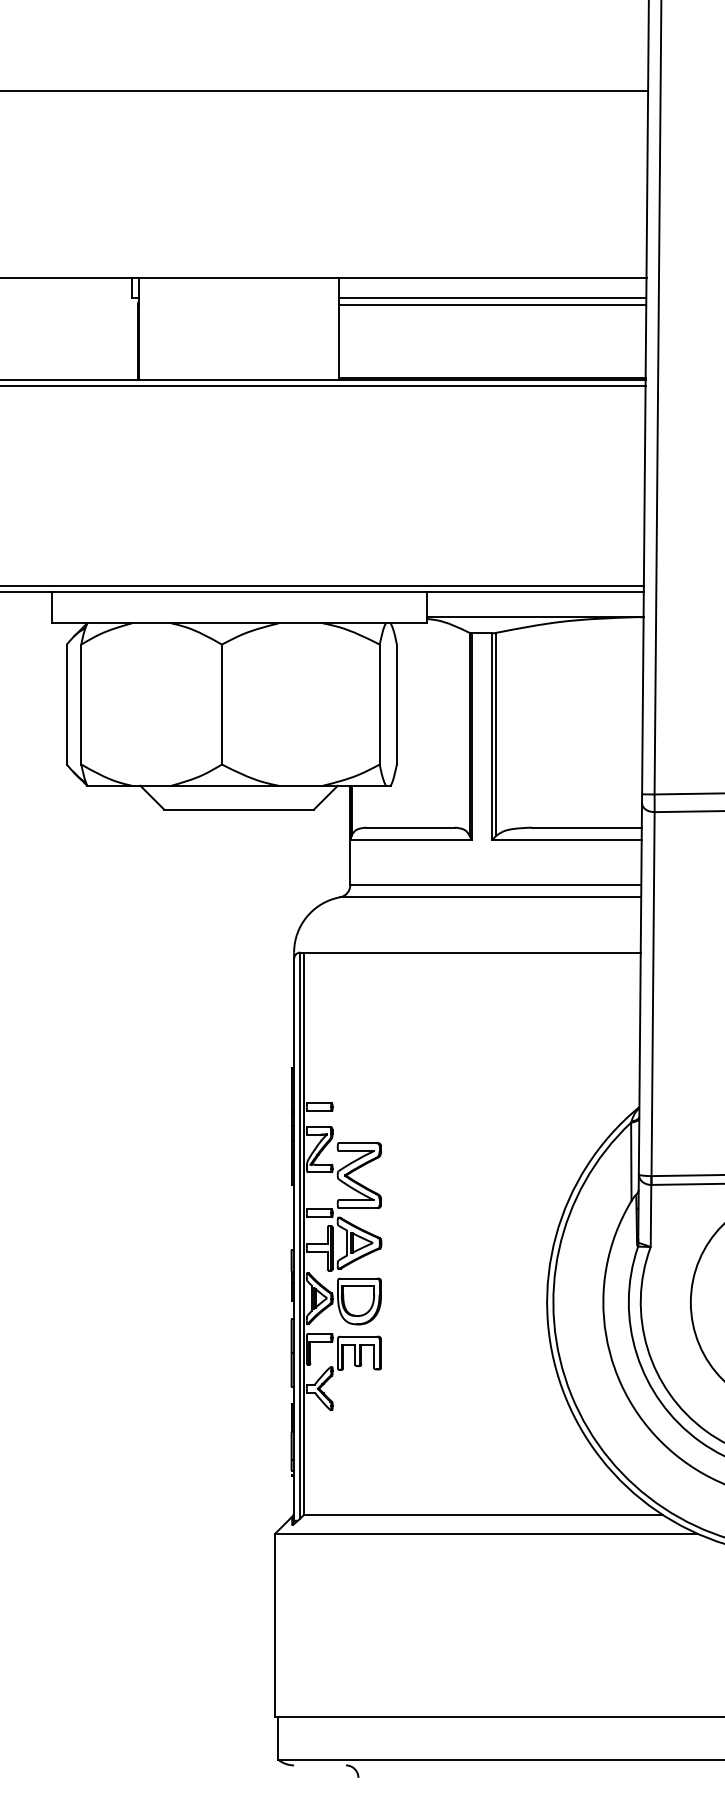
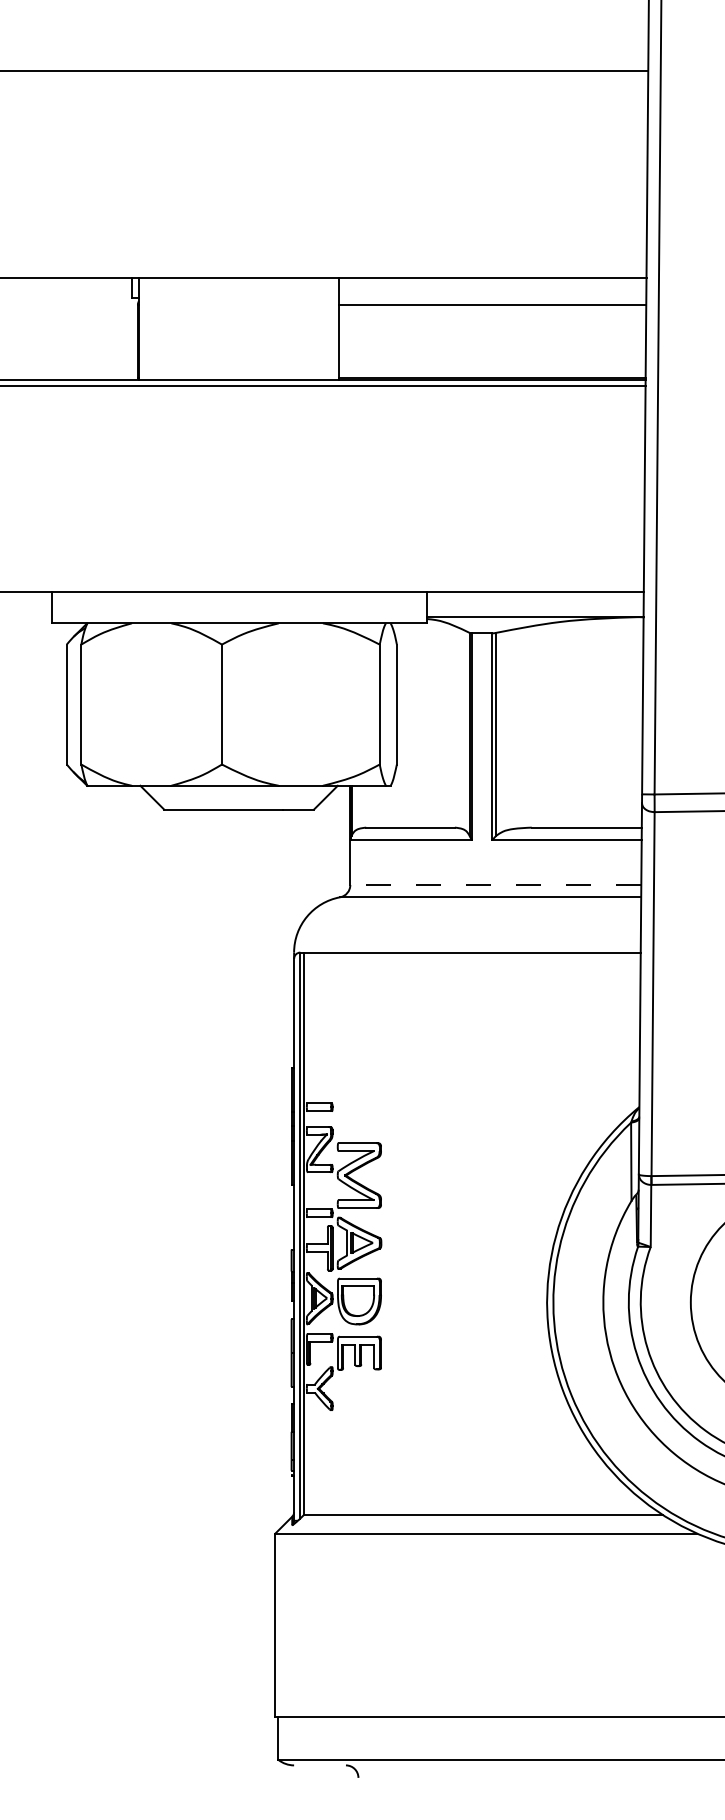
line at (325, 91) position: (325, 91) -> (325, 71)
line at (492, 298): present -> none
line at (322, 585): present -> none
line at (495, 885): solid -> dashed
